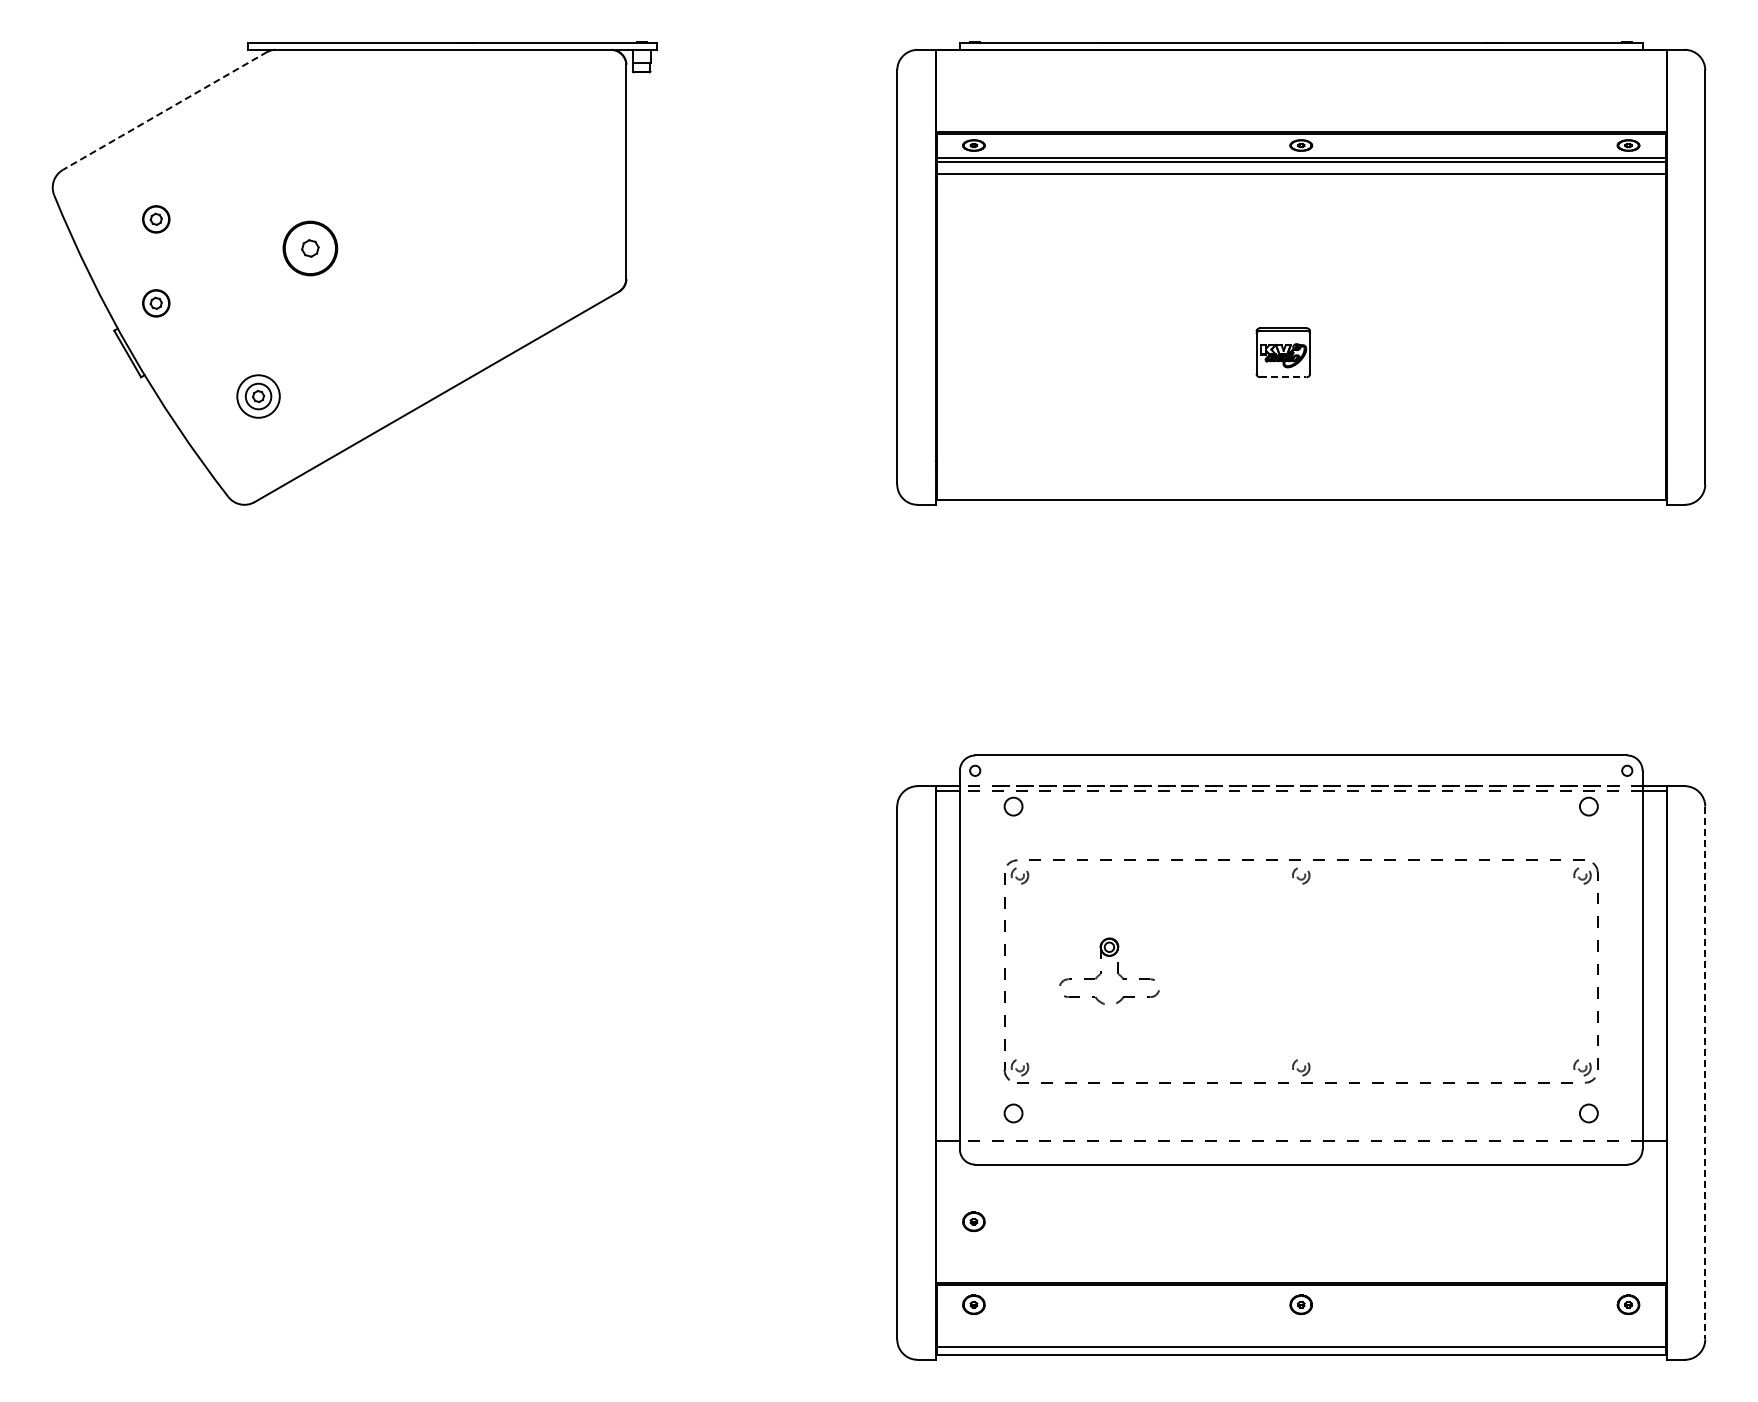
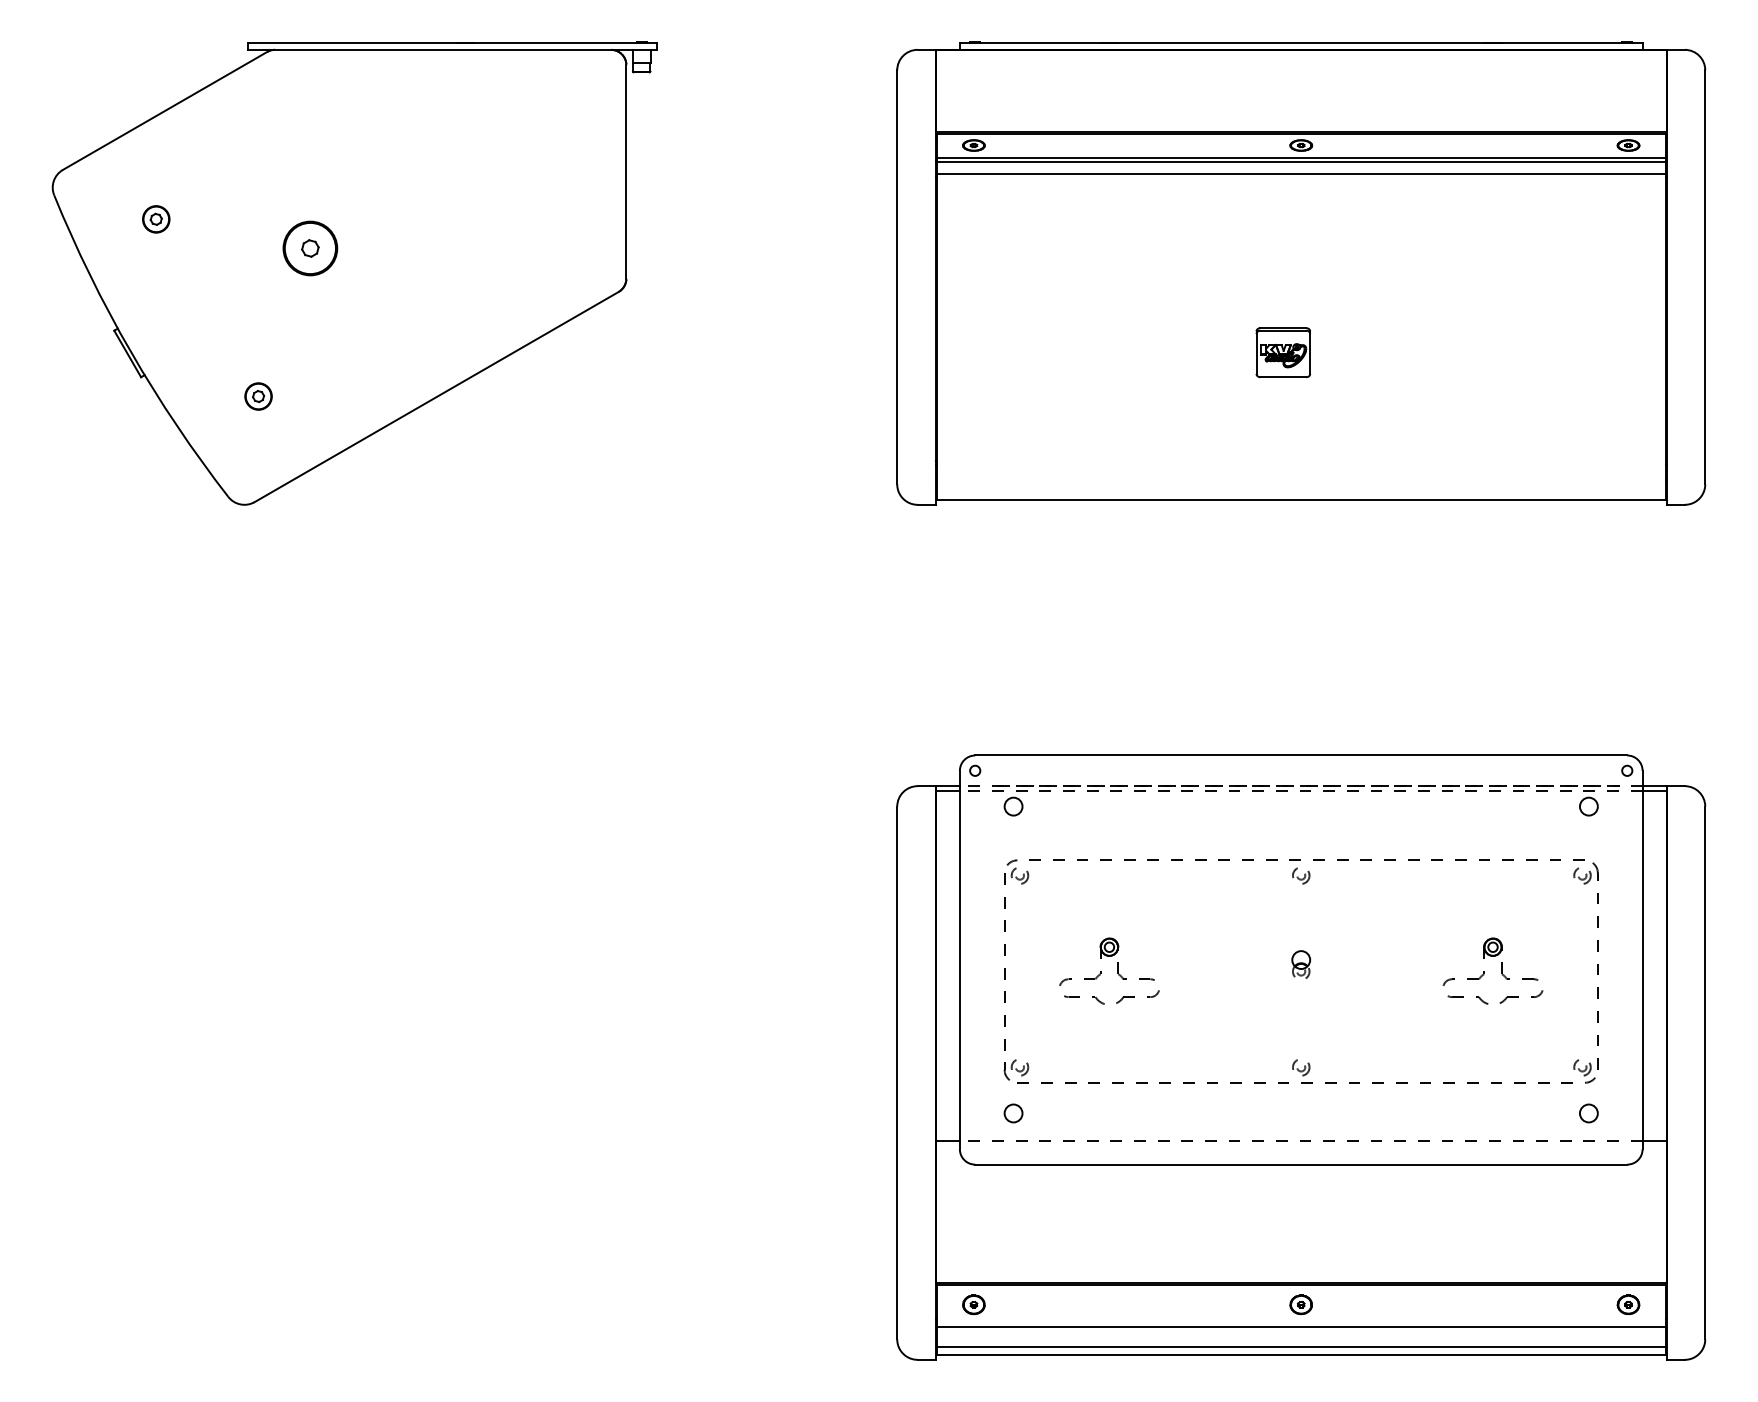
line at (164, 111): dashed -> solid
part at (156, 303): present -> none
line at (1283, 377): dashed -> solid
circle at (258, 396) diameter: 43 px -> 27 px
part at (1301, 964): none -> present
part at (1484, 971): none -> present
line at (1705, 1073): dashed -> solid
part at (973, 1221): present -> none
line at (1300, 1326): none -> present
